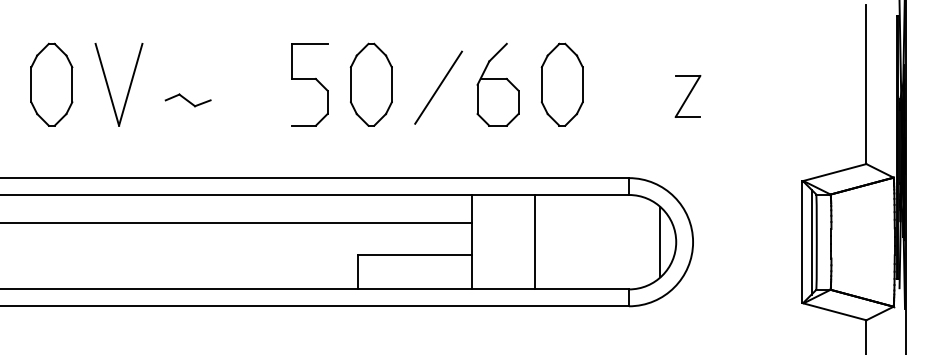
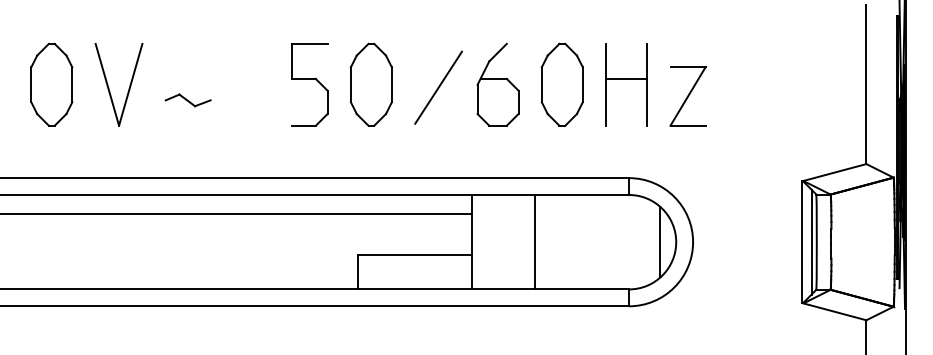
part at (626, 84): none -> present
part at (687, 96) size: 28x43 px -> 38x61 px
line at (236, 222) position: (236, 222) -> (236, 213)
